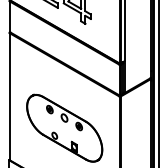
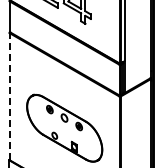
line at (158, 83): present -> none
line at (9, 96): solid -> dashed
